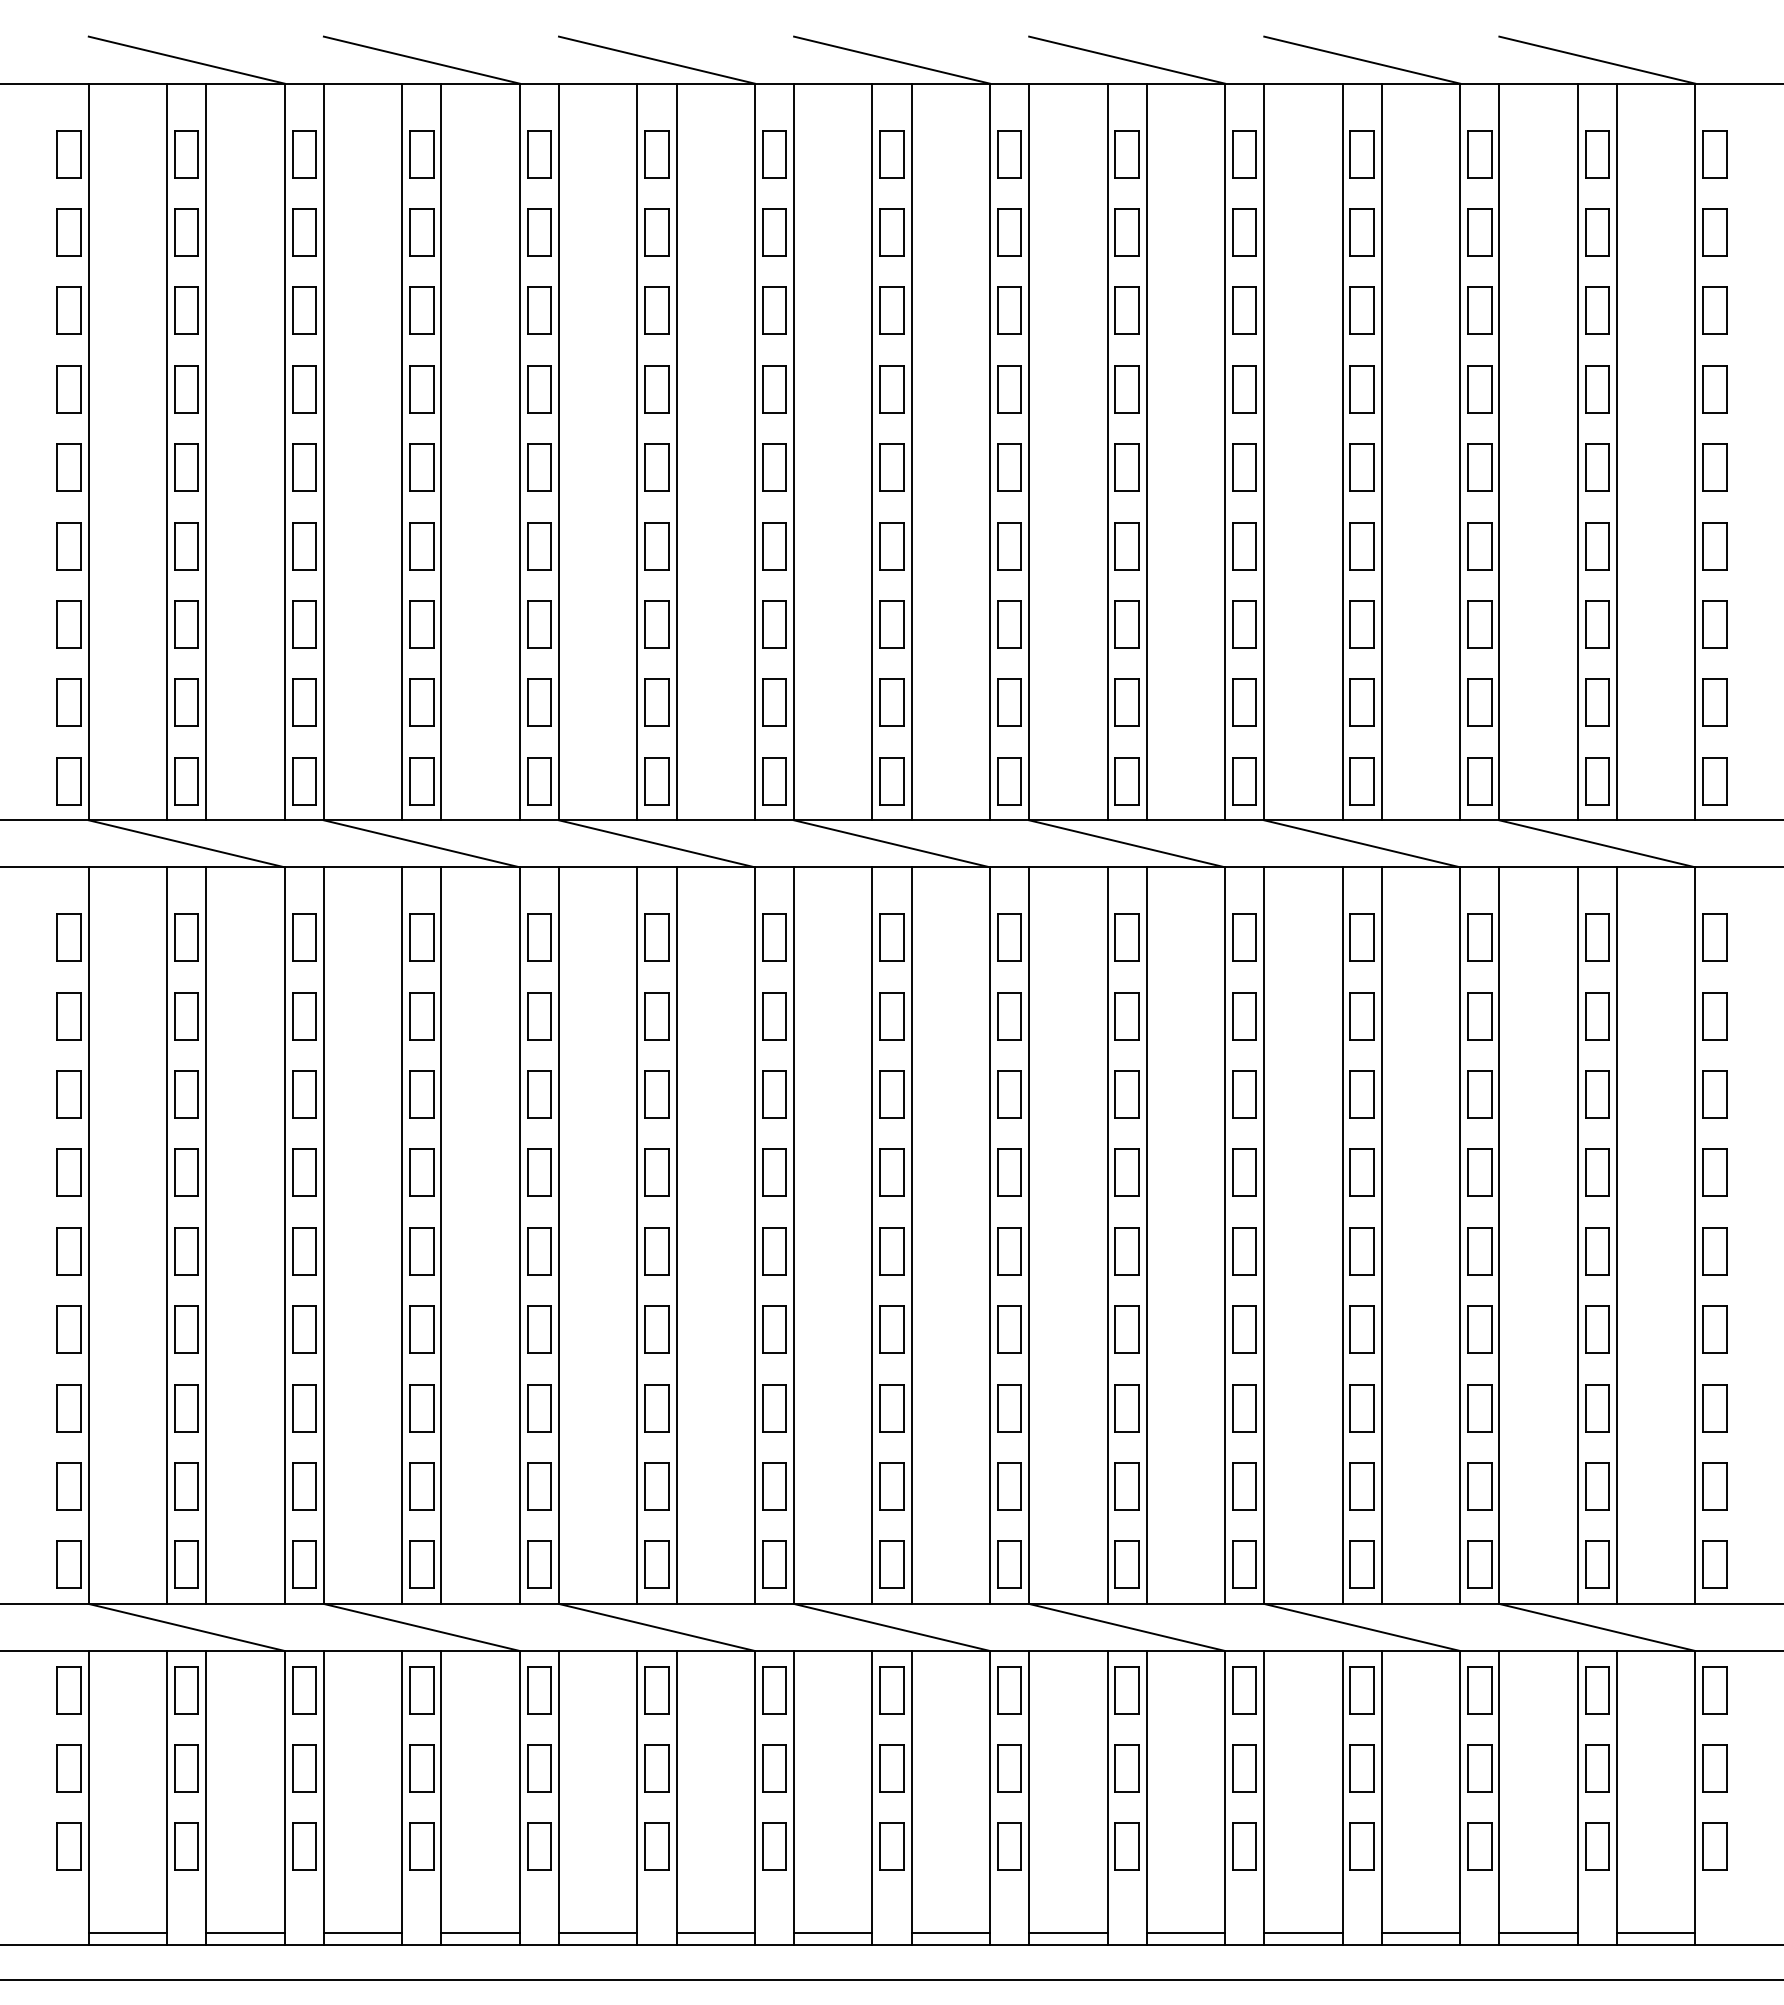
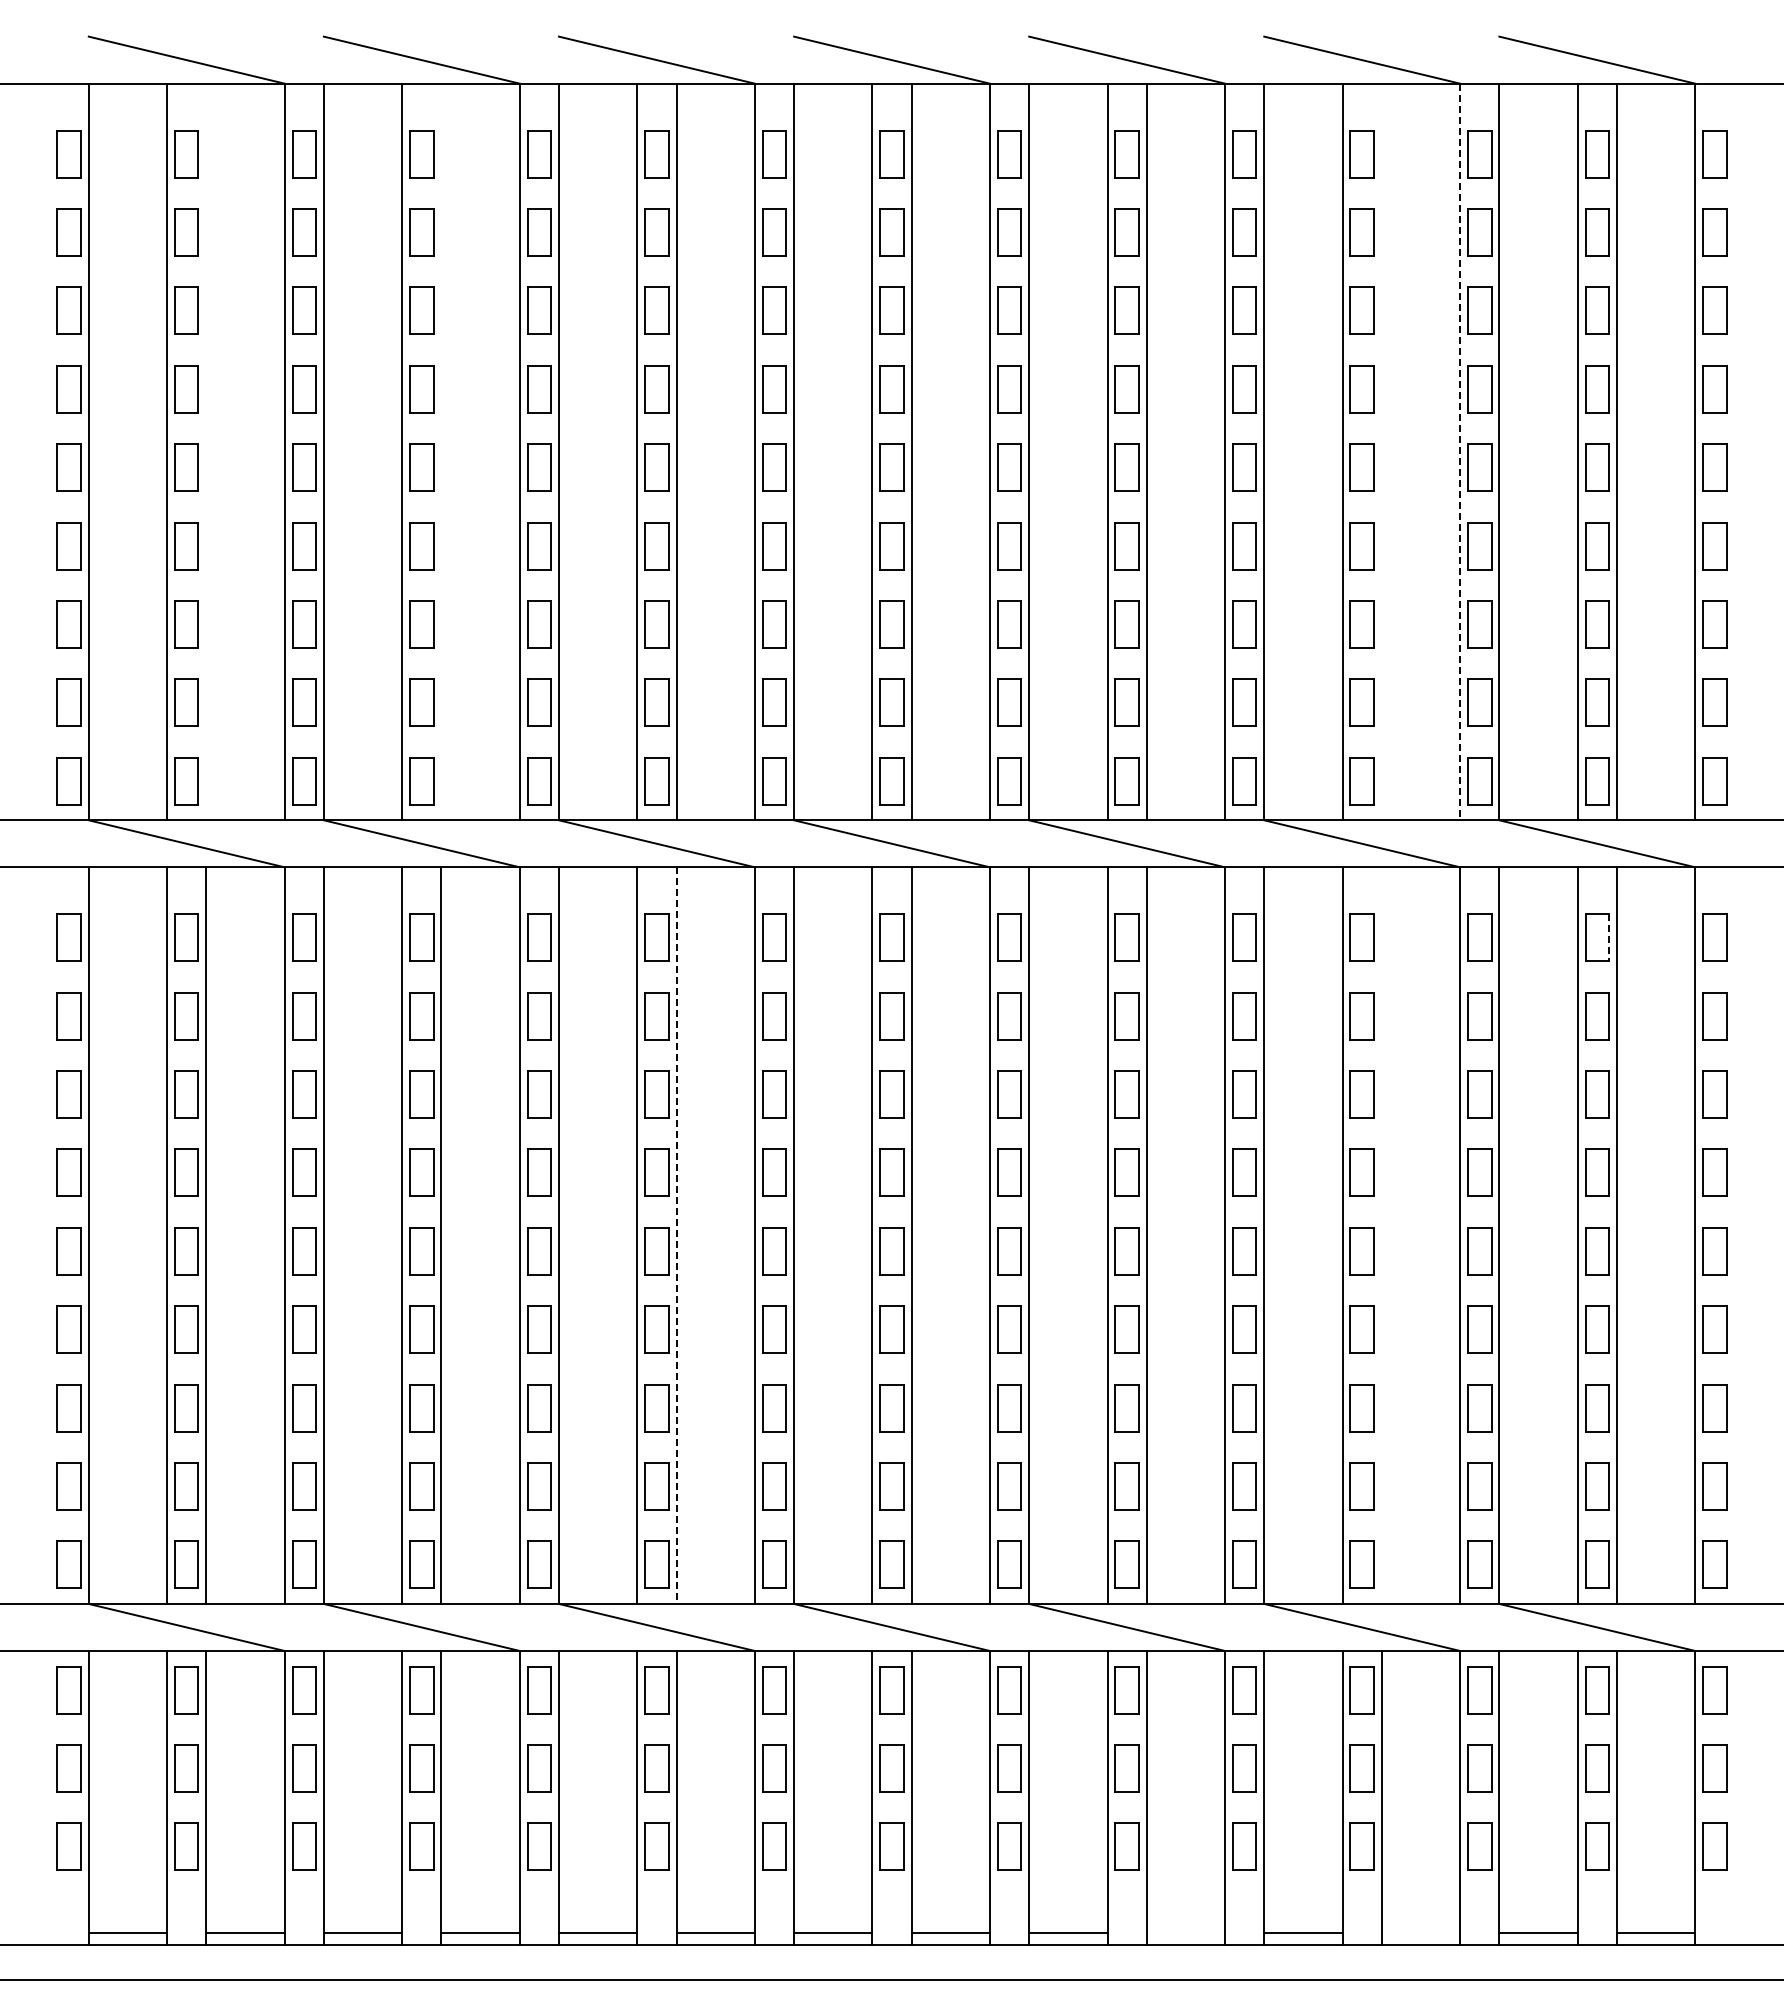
line at (206, 451): present -> none
line at (441, 451): present -> none
line at (1381, 451): present -> none
line at (1460, 452): solid -> dashed
line at (1609, 937): solid -> dashed
line at (1381, 1235): present -> none
line at (676, 1236): solid -> dashed
line at (1185, 1933): present -> none
line at (1420, 1933): present -> none
